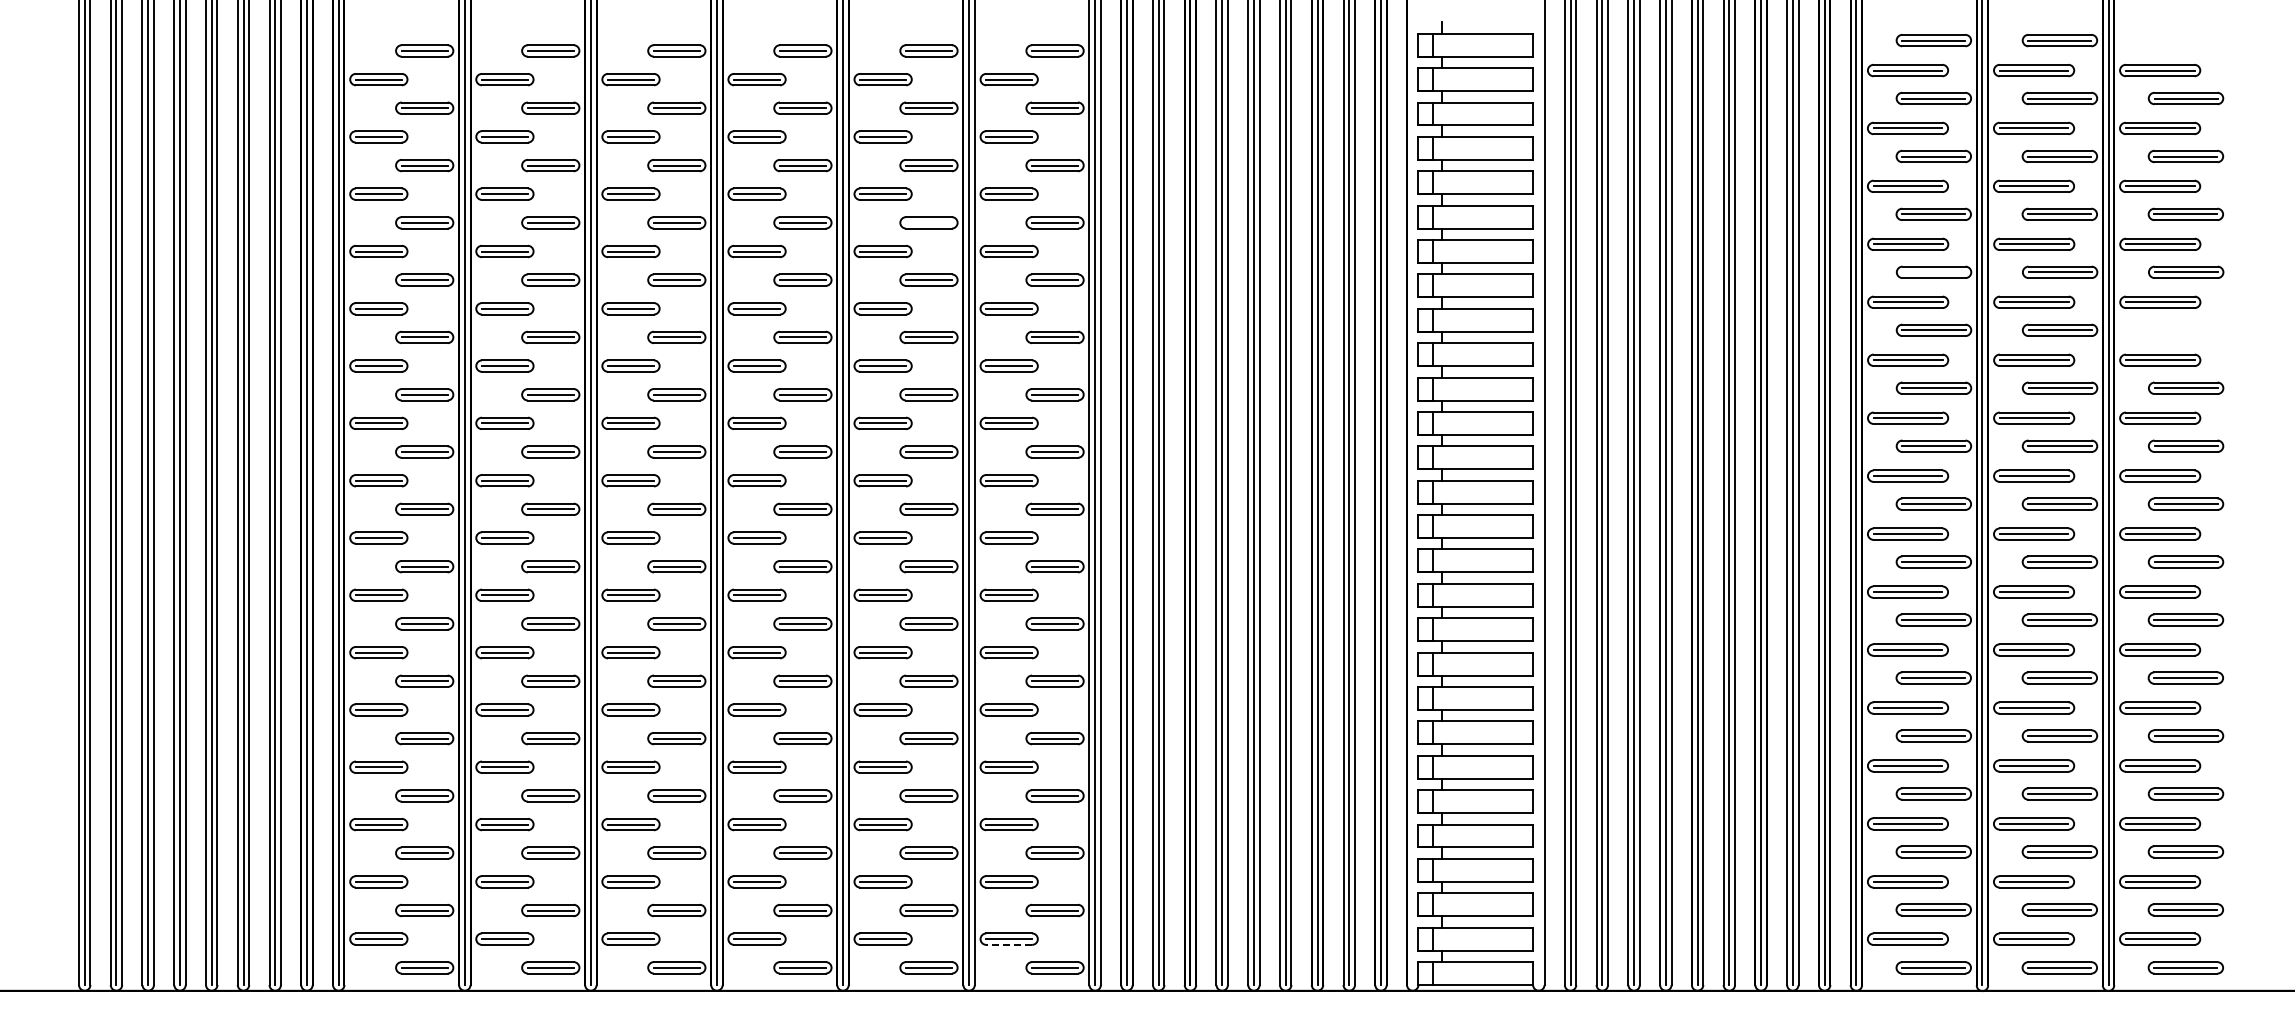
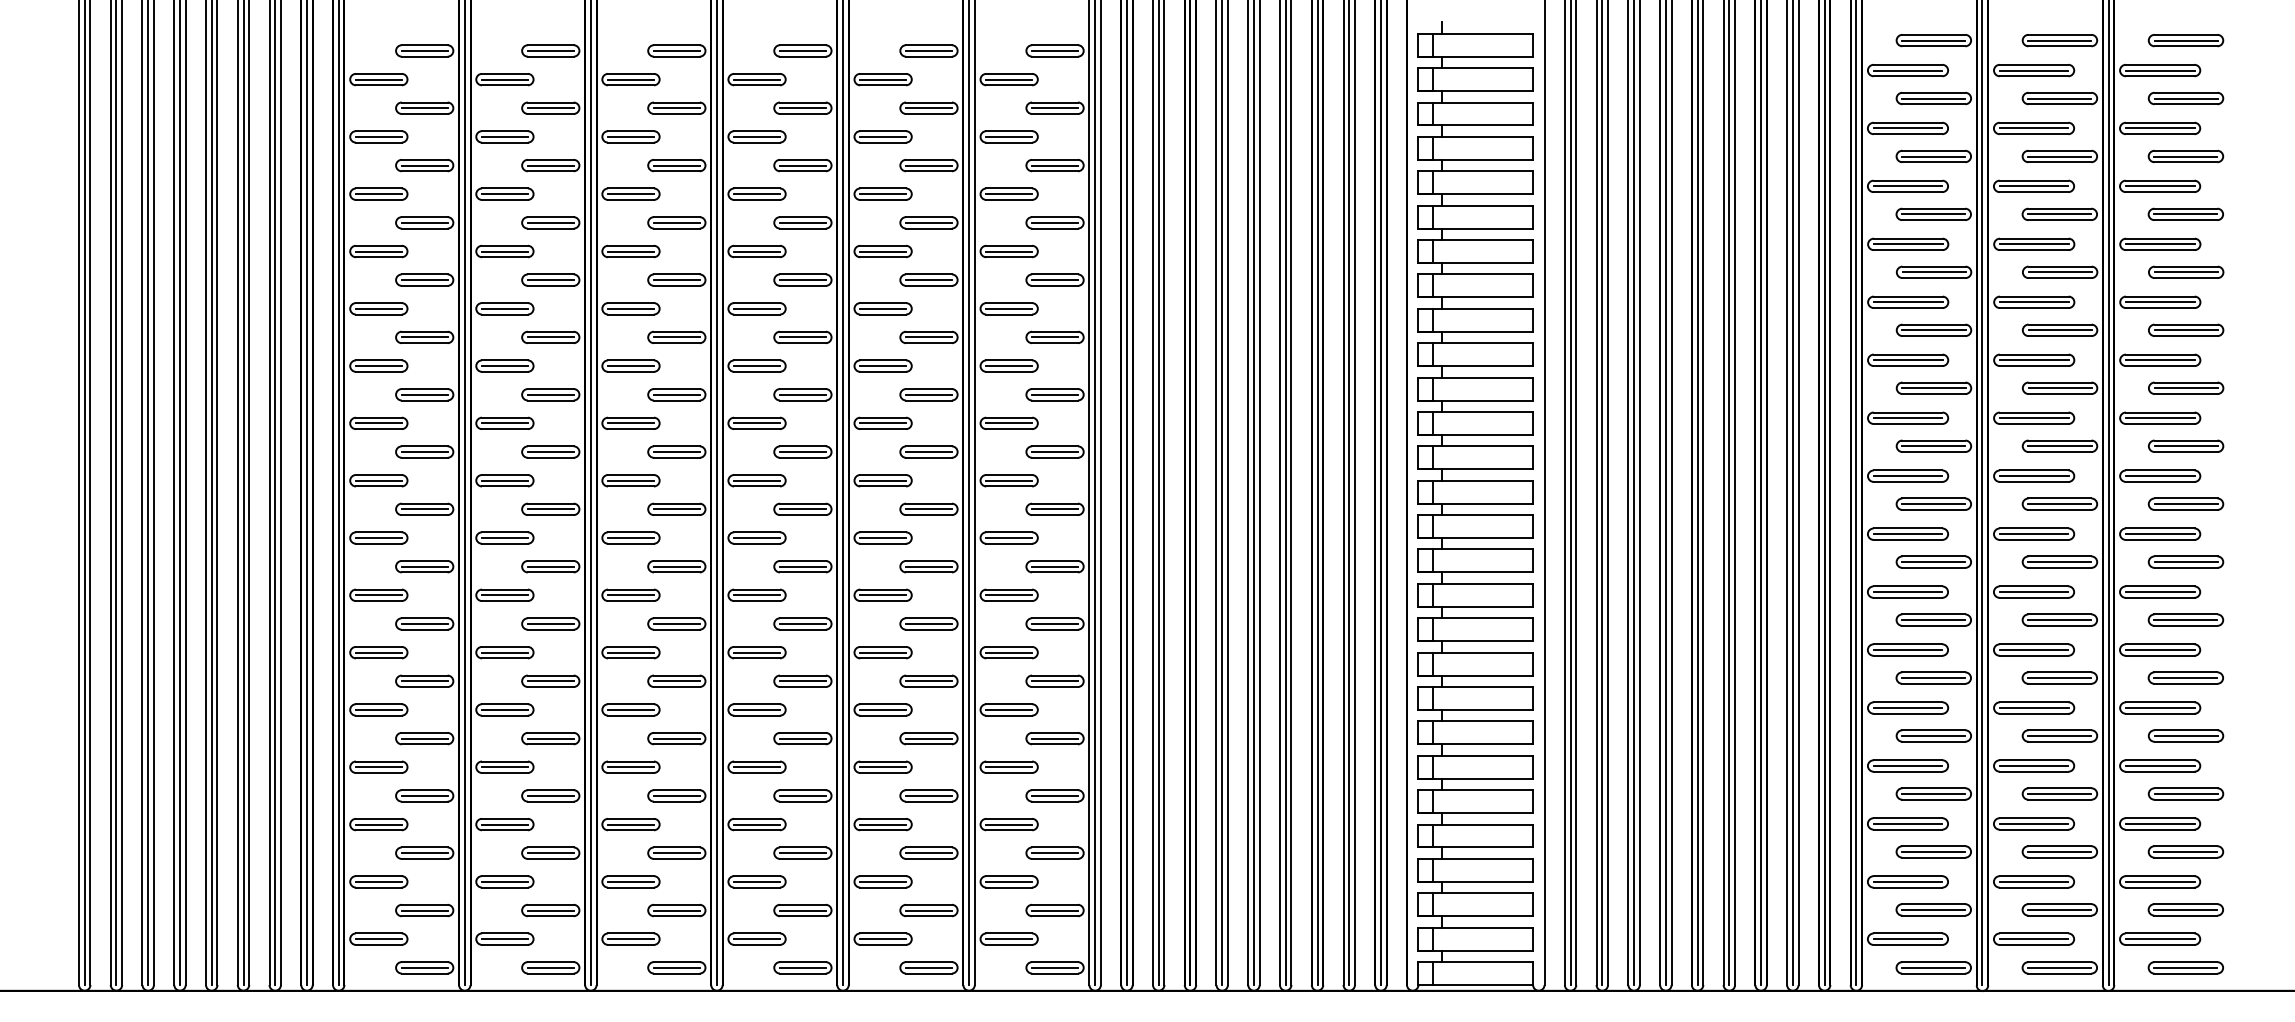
part at (2185, 40): none -> present
line at (928, 222): none -> present
line at (1933, 272): none -> present
part at (2186, 329): none -> present
line at (1009, 944): dashed -> solid
